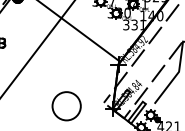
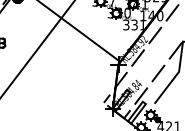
circle at (66, 106): present -> none
